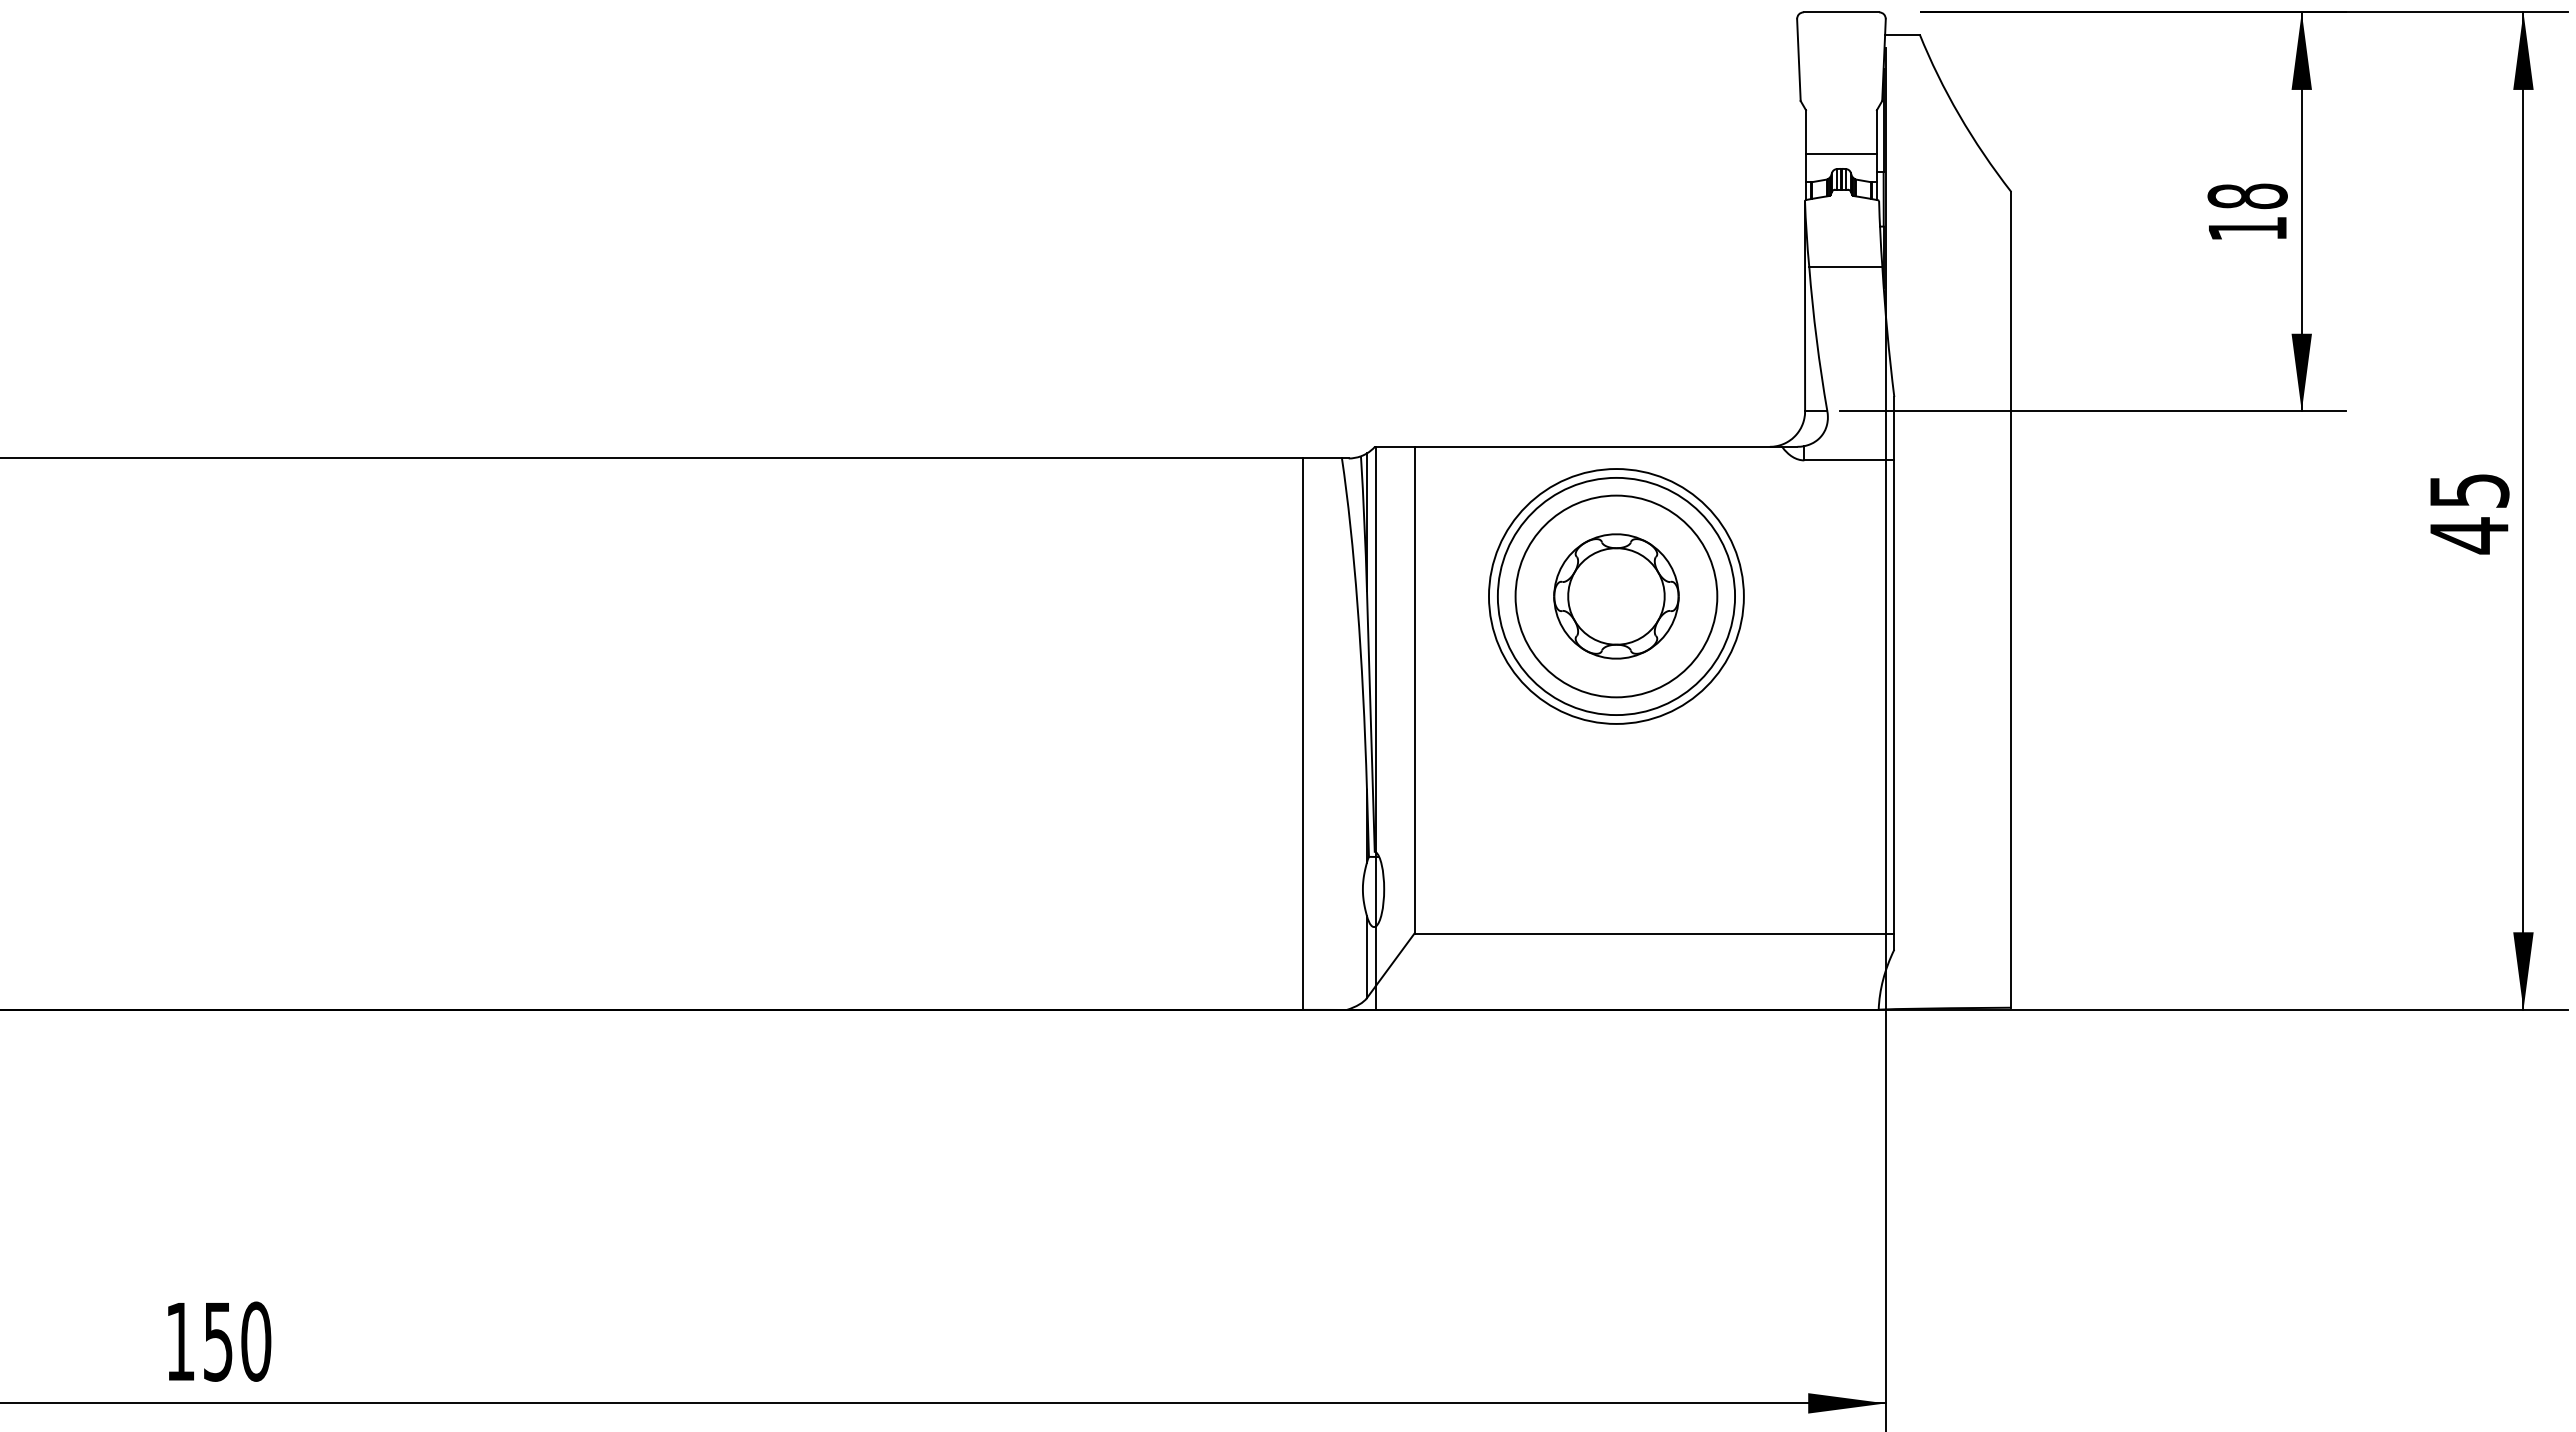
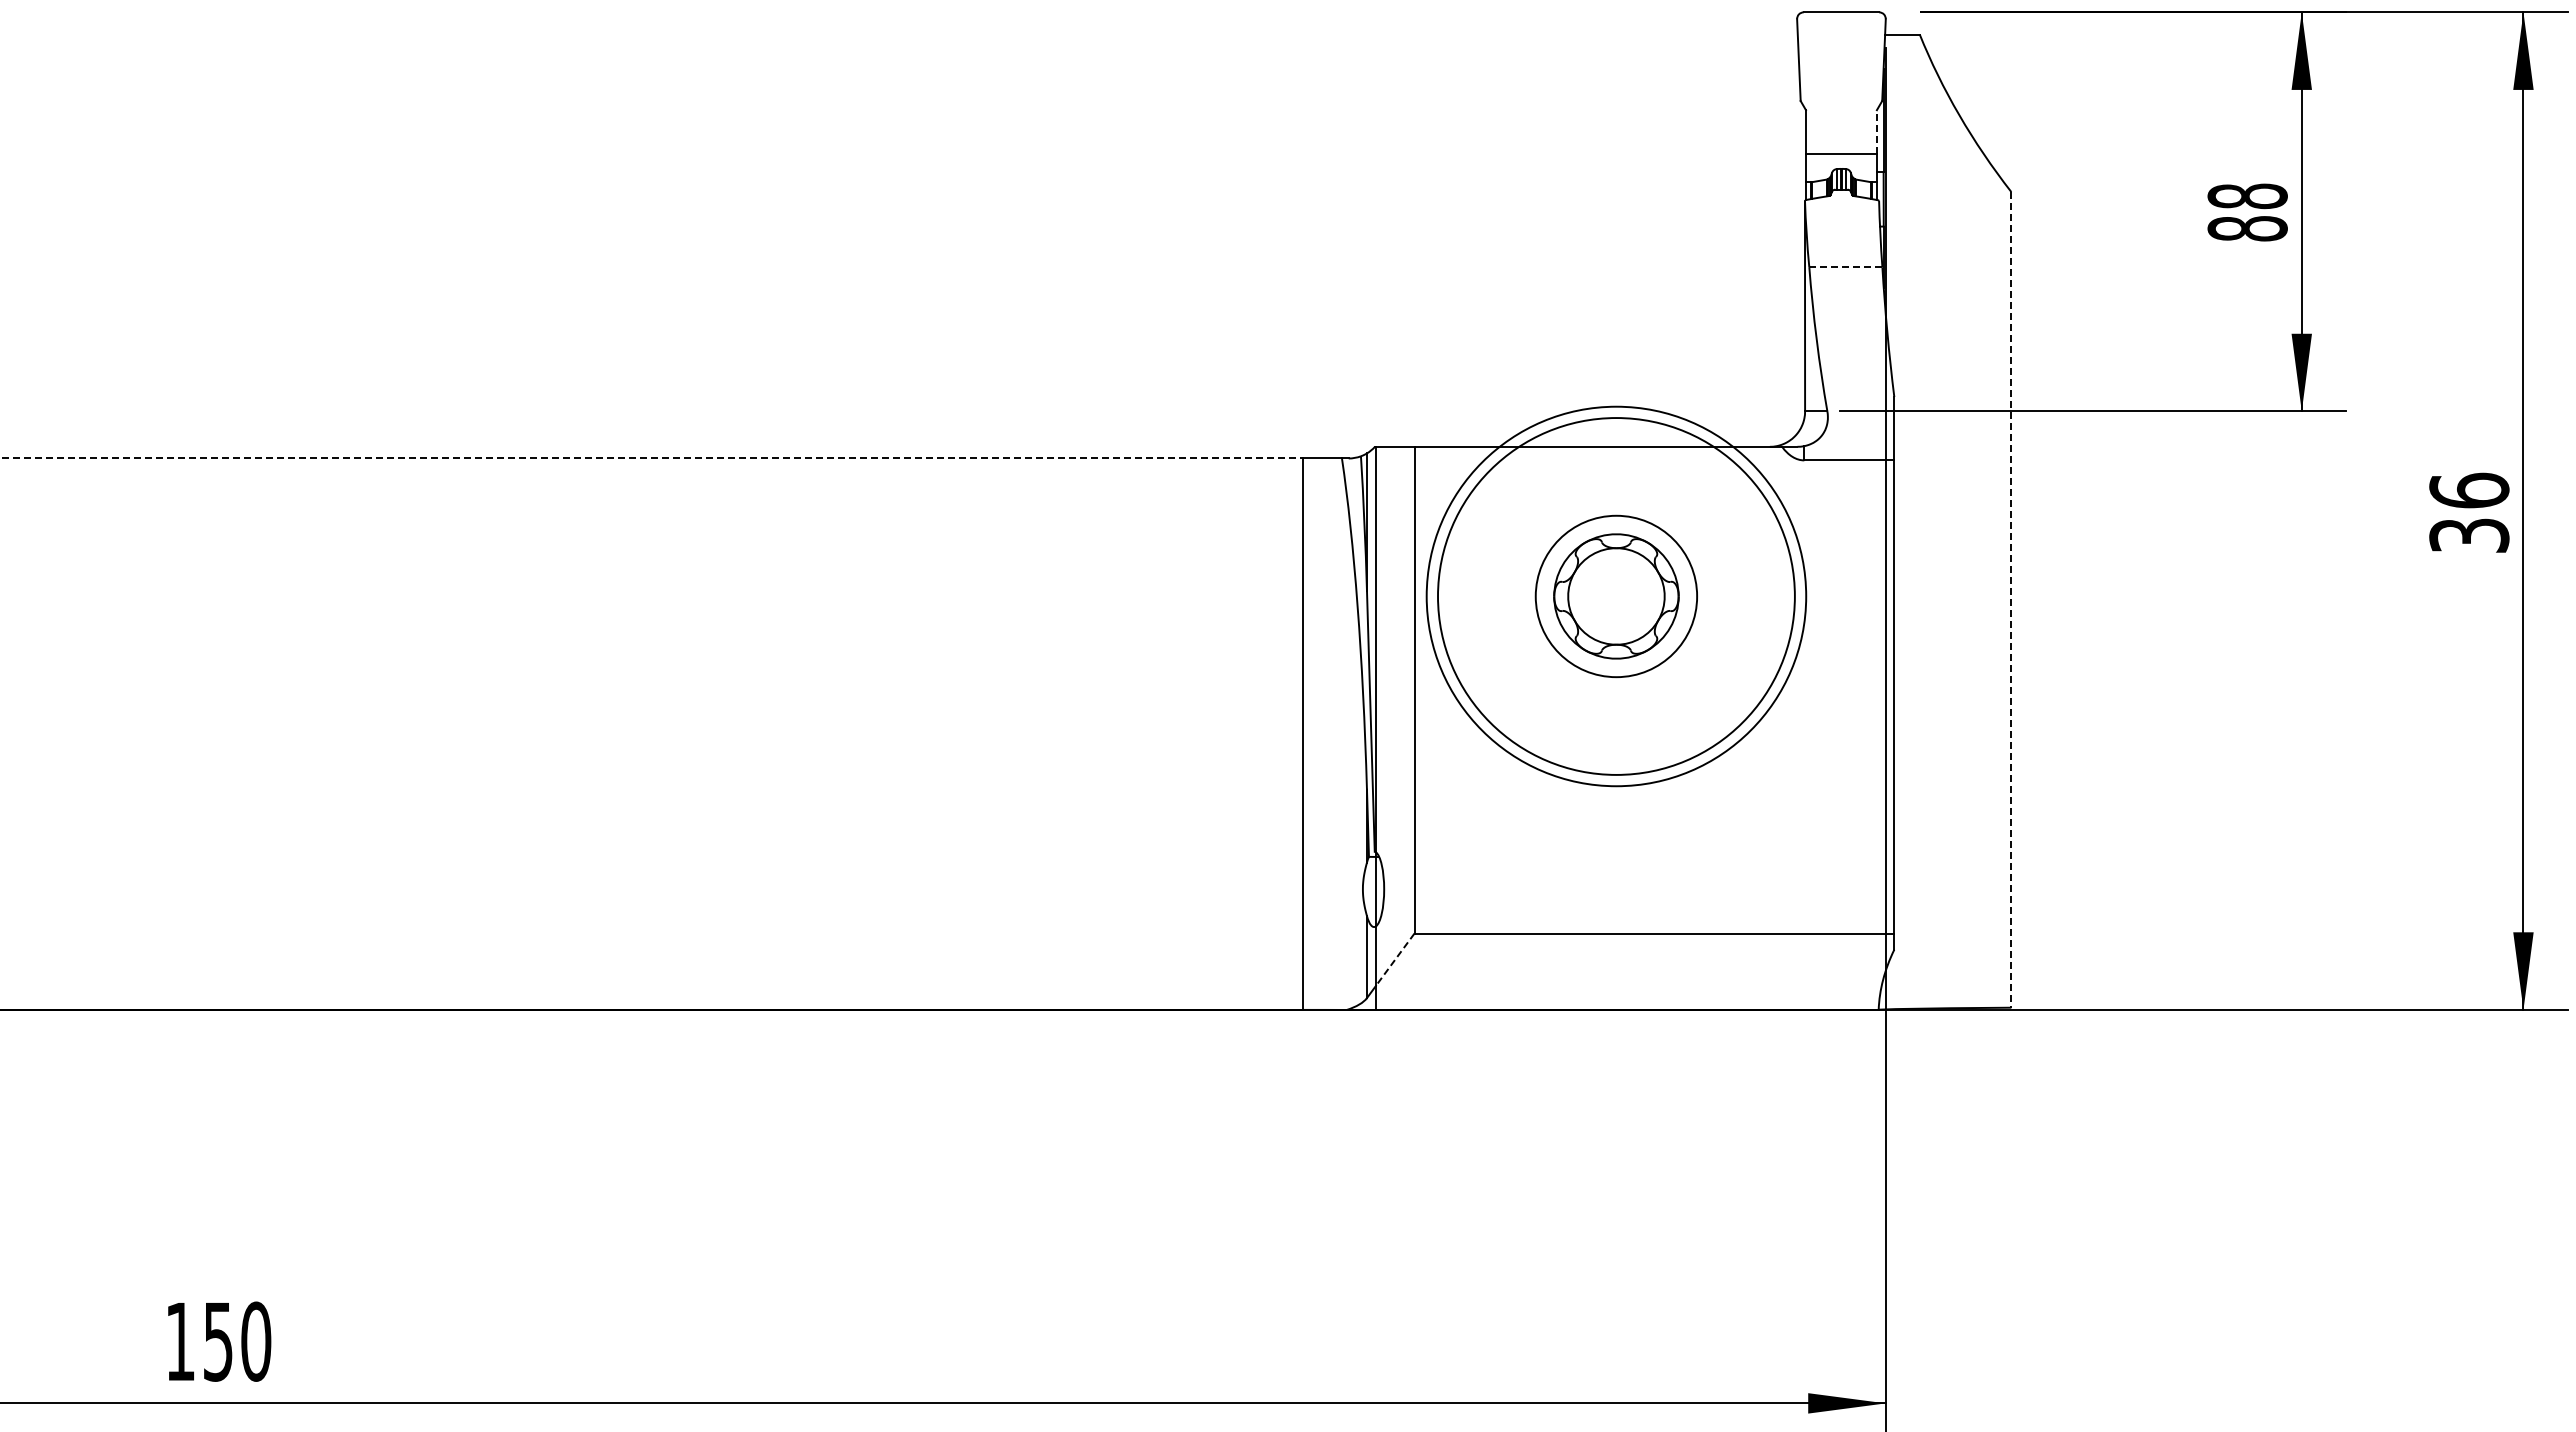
line at (1876, 131): solid -> dashed
text at (2247, 228): 18 -> 88
line at (1845, 267): solid -> dashed
line at (651, 458): solid -> dashed
text at (2469, 513): 45 -> 36
circle at (1615, 596) diameter: 255 px -> 357 px
circle at (1616, 596) diameter: 202 px -> 161 px
circle at (1616, 596) diameter: 237 px -> 380 px
line at (2011, 599): solid -> dashed
line at (1395, 959): solid -> dashed
